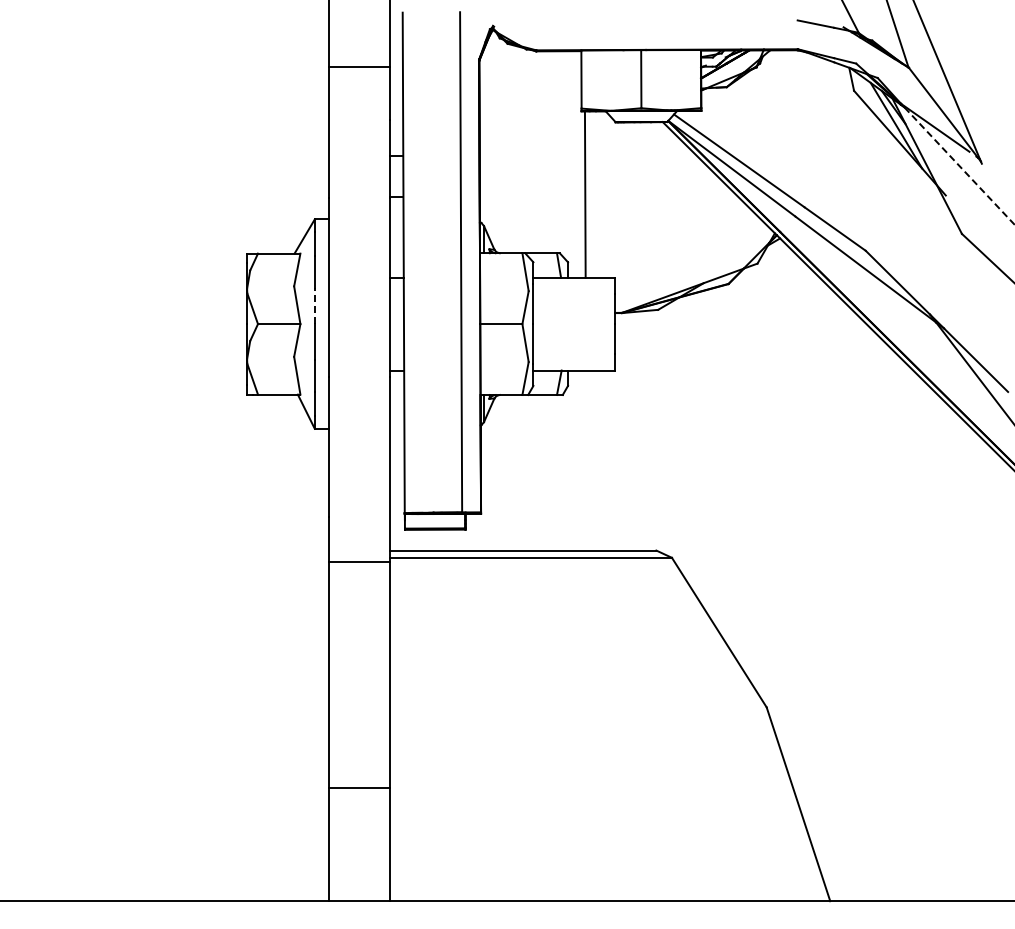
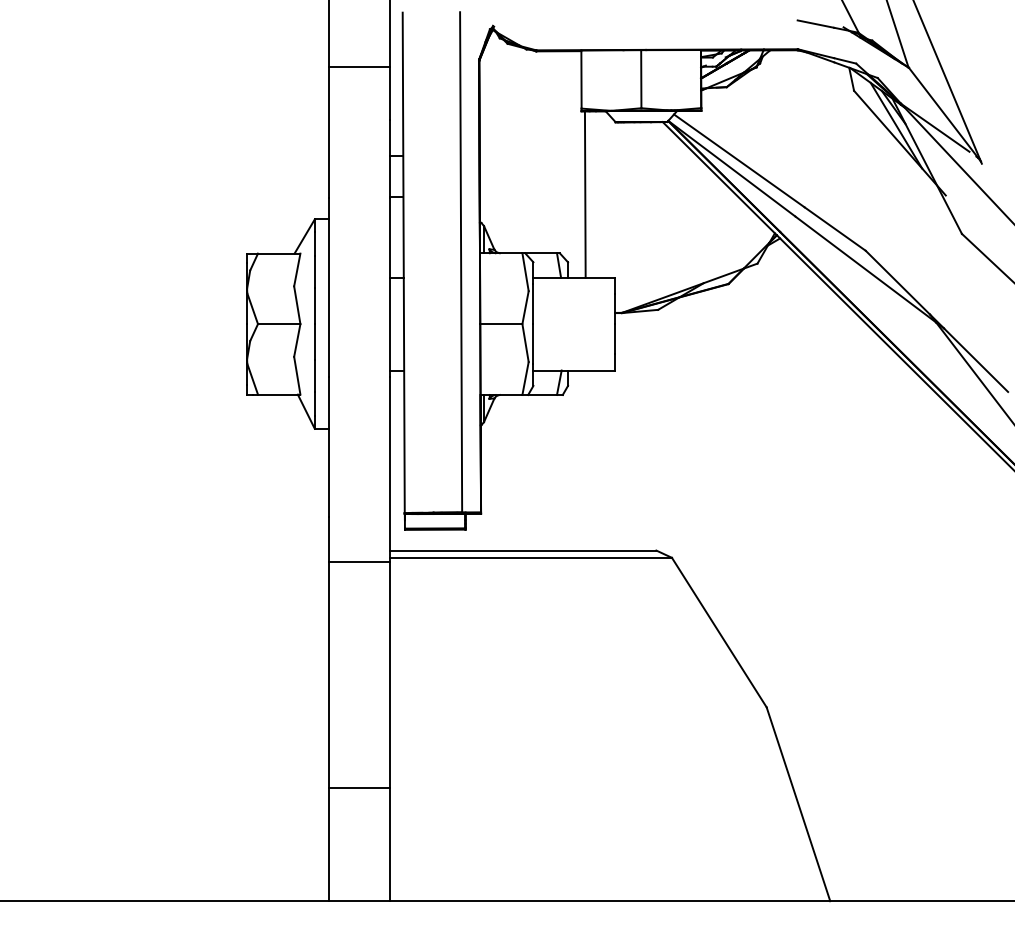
line at (957, 164): dashed -> solid
line at (314, 305): dashed -> solid
